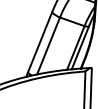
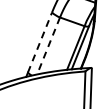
line at (40, 42): solid -> dashed
line at (48, 45): solid -> dashed
